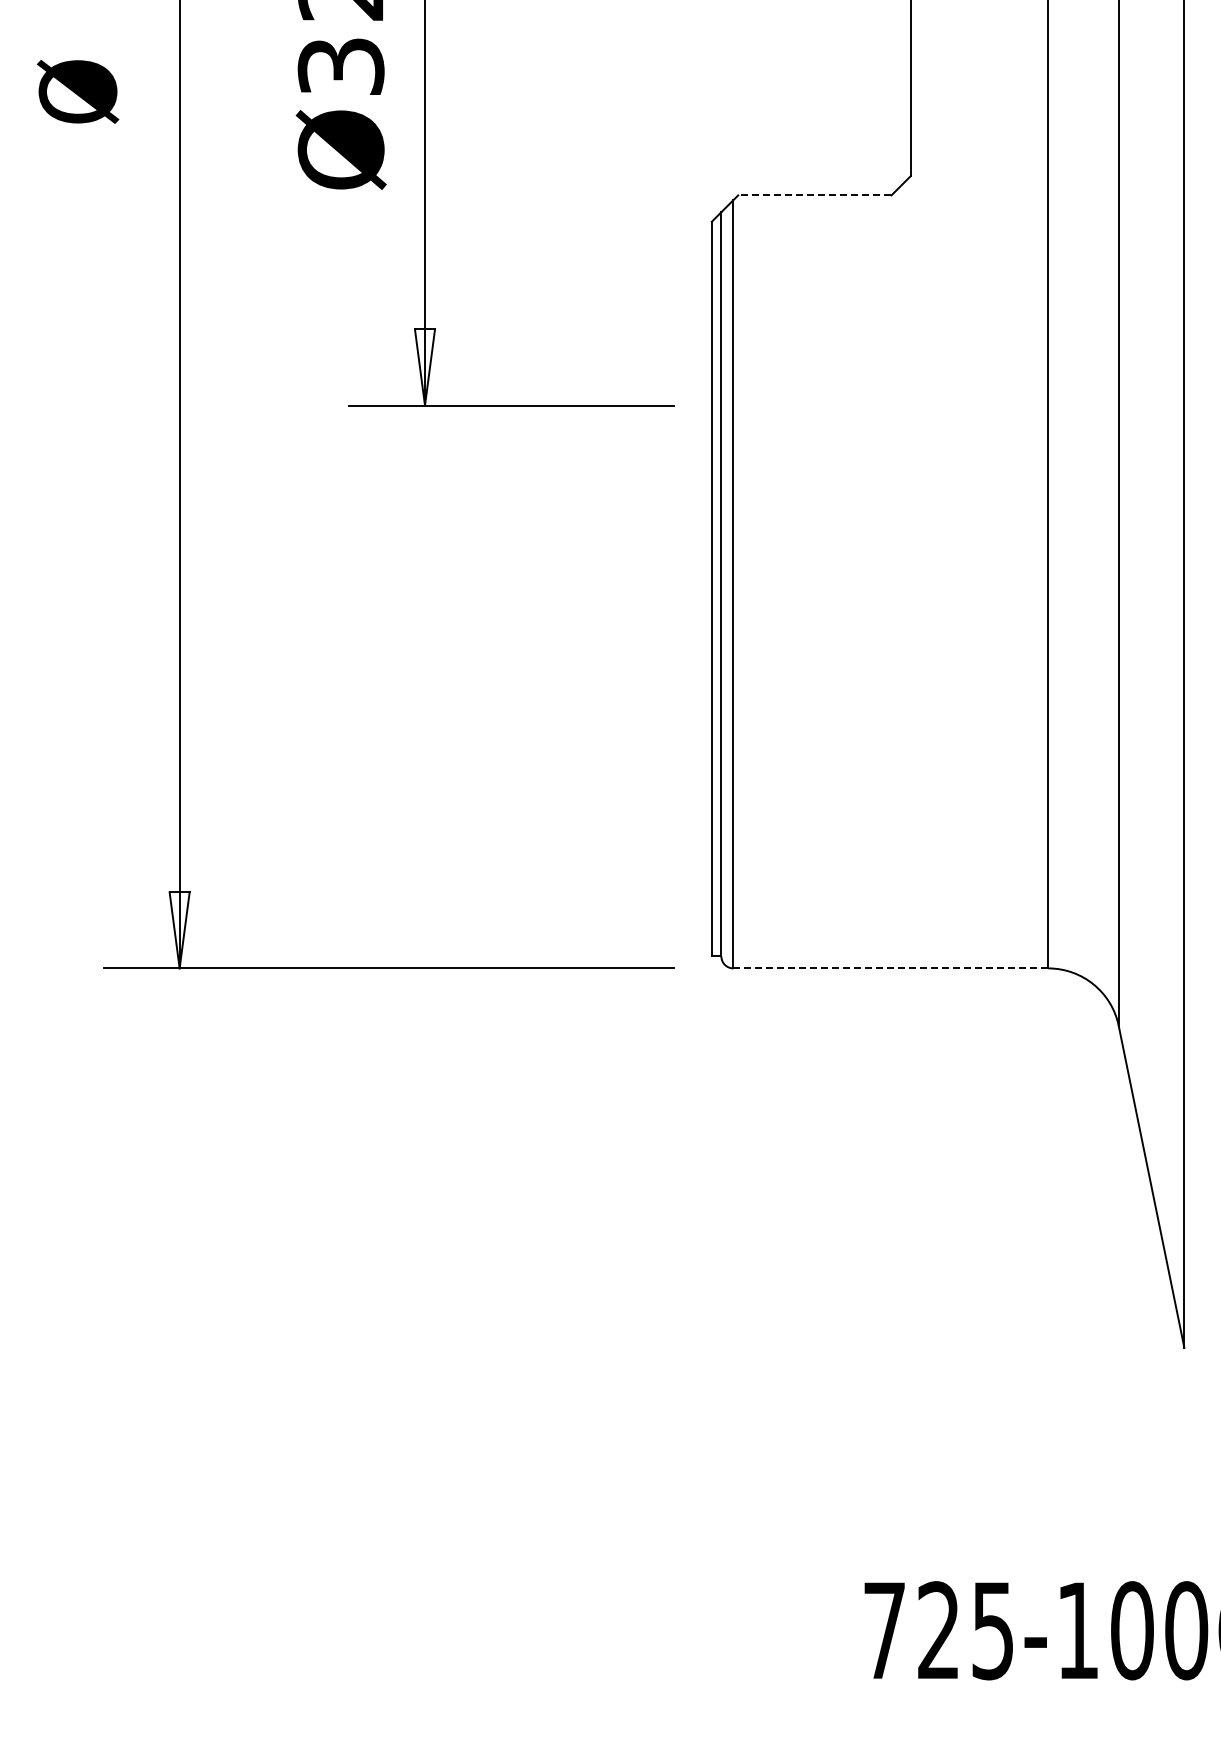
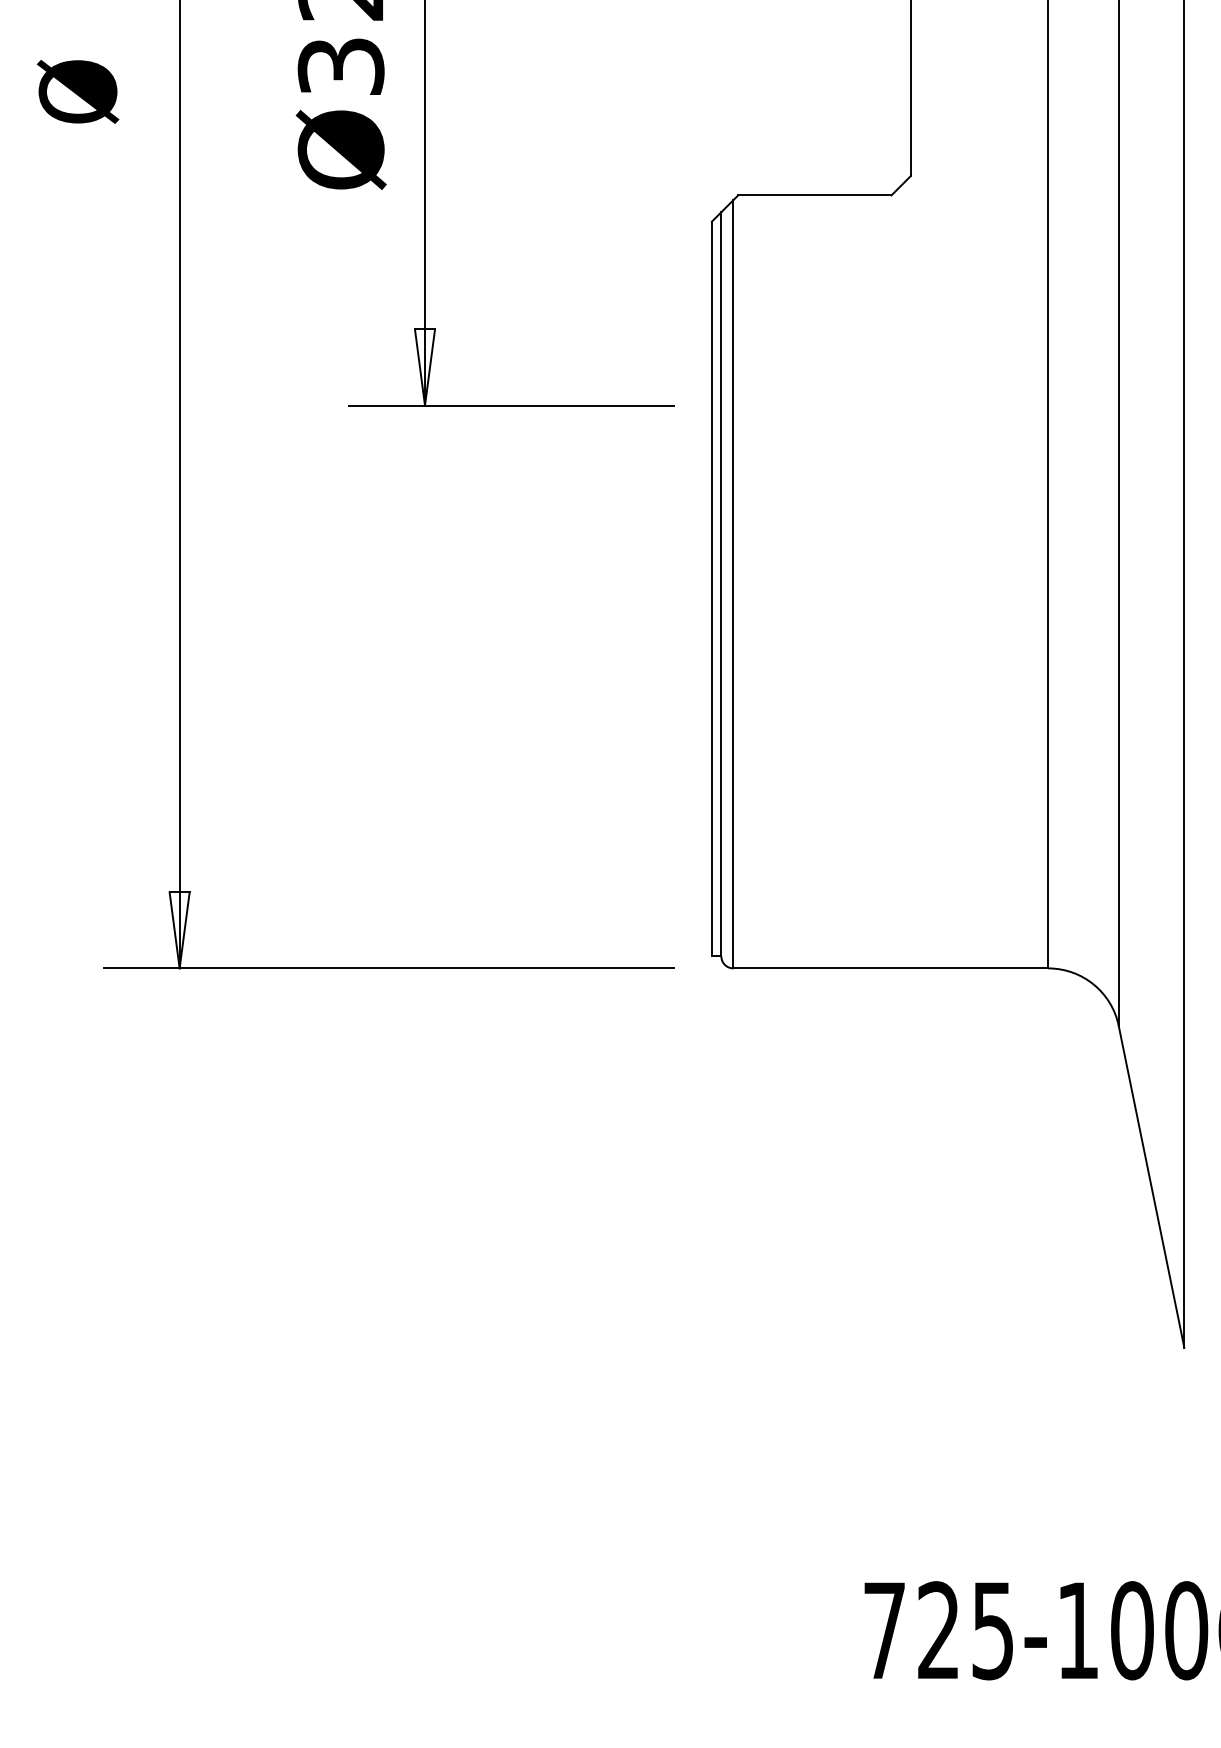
line at (814, 195): dashed -> solid
line at (891, 968): dashed -> solid
